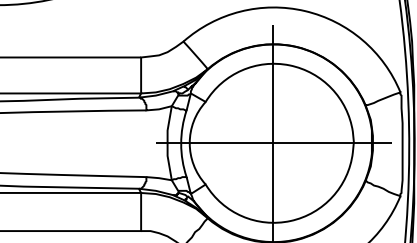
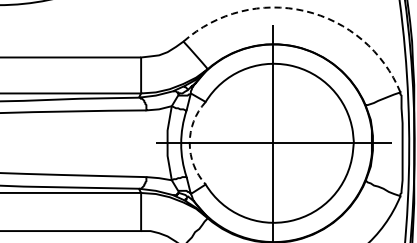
arc at (305, 11): solid -> dashed
arc at (189, 143): solid -> dashed
